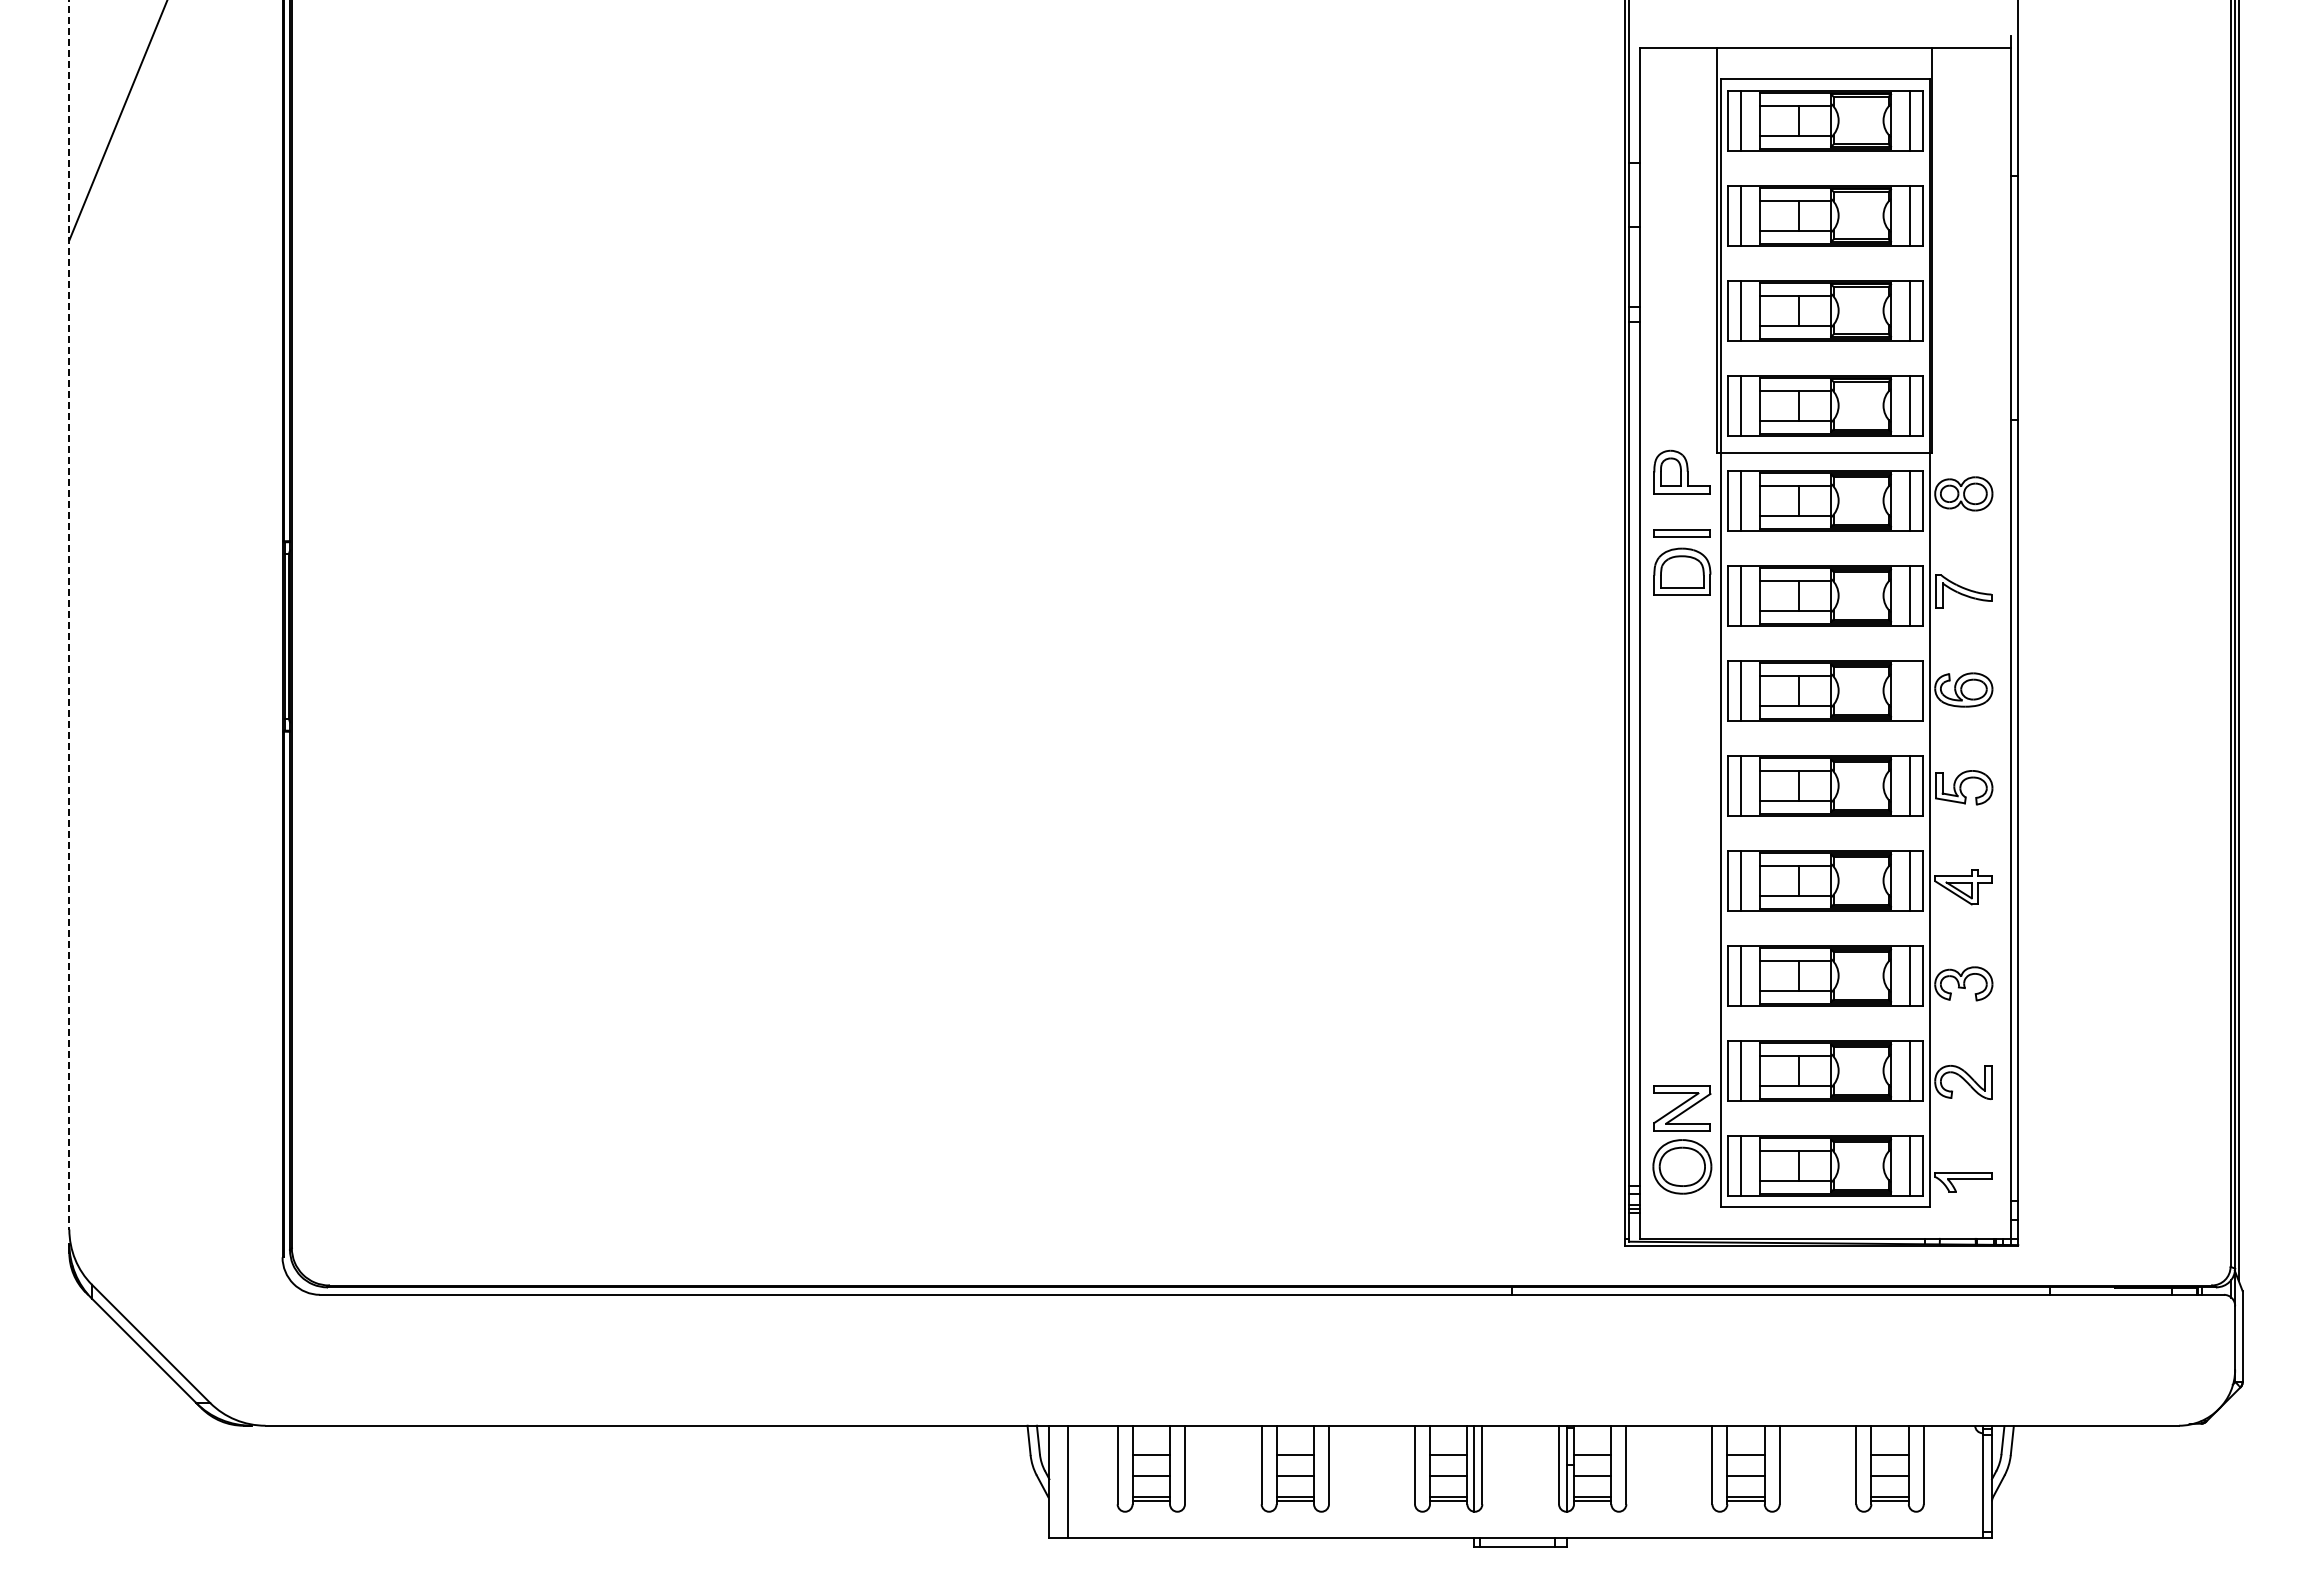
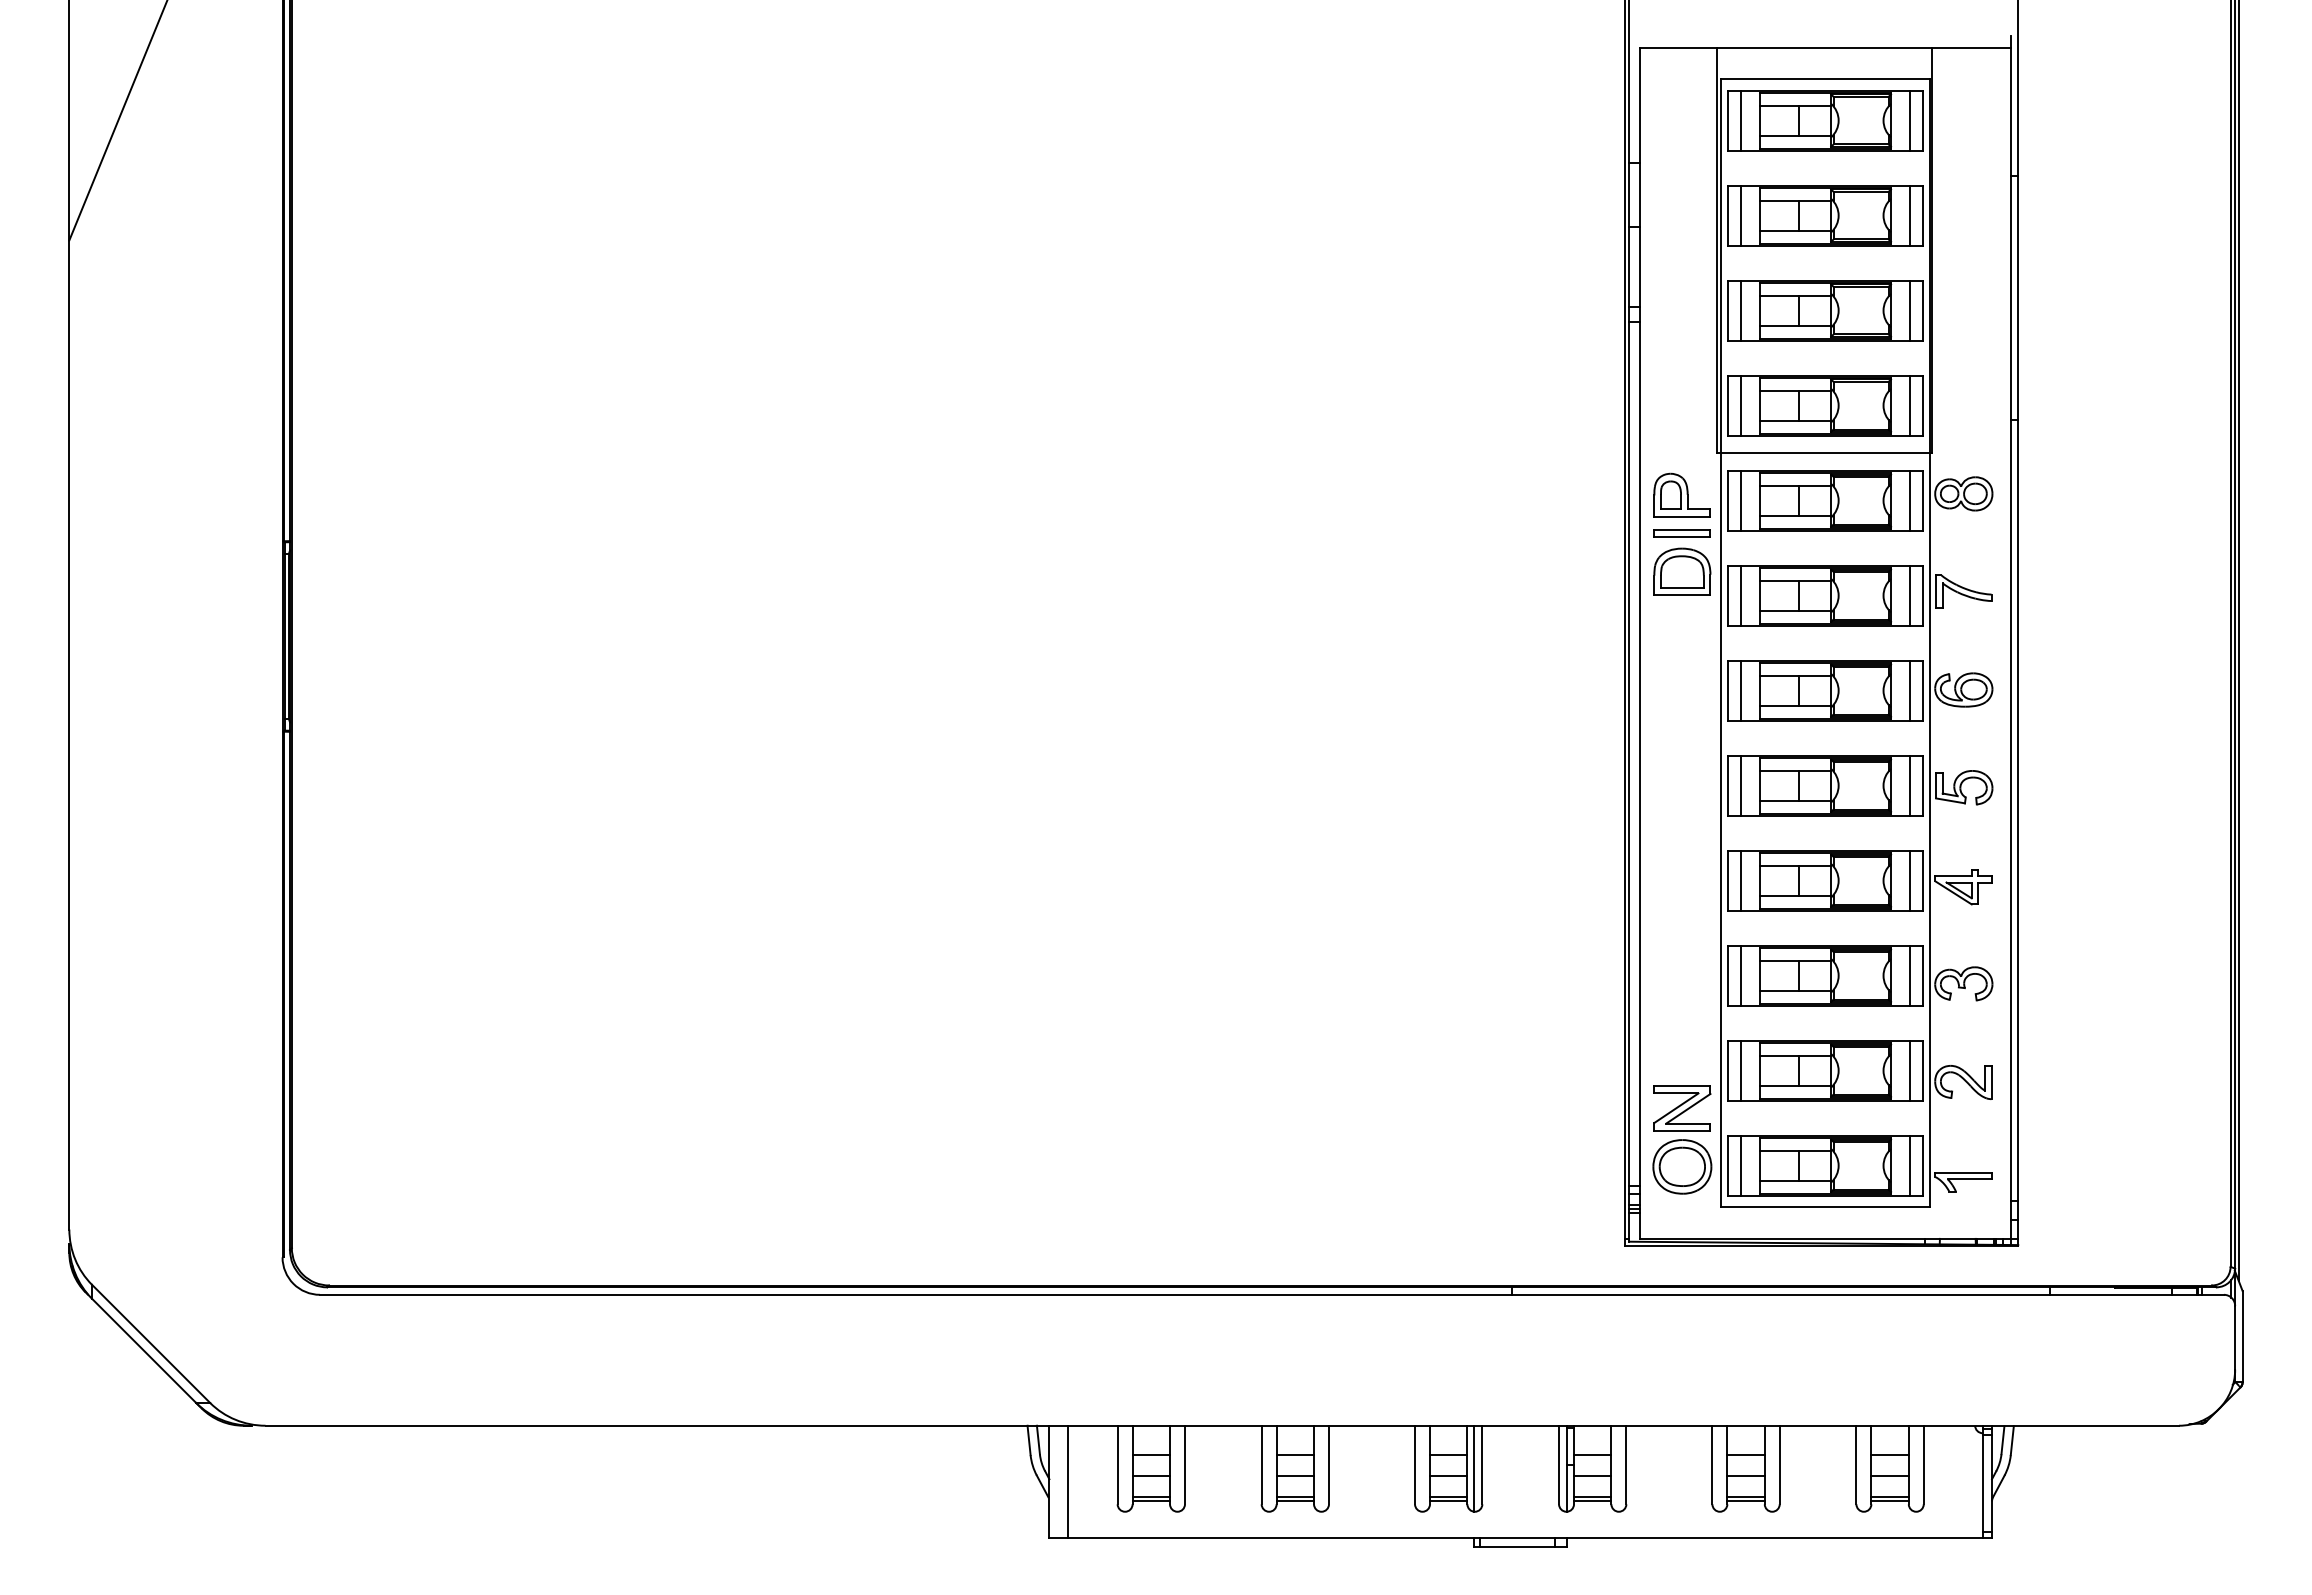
part at (1681, 471) position: (1681, 471) -> (1681, 494)
line at (69, 615): dashed -> solid
line at (1909, 690): none -> present
